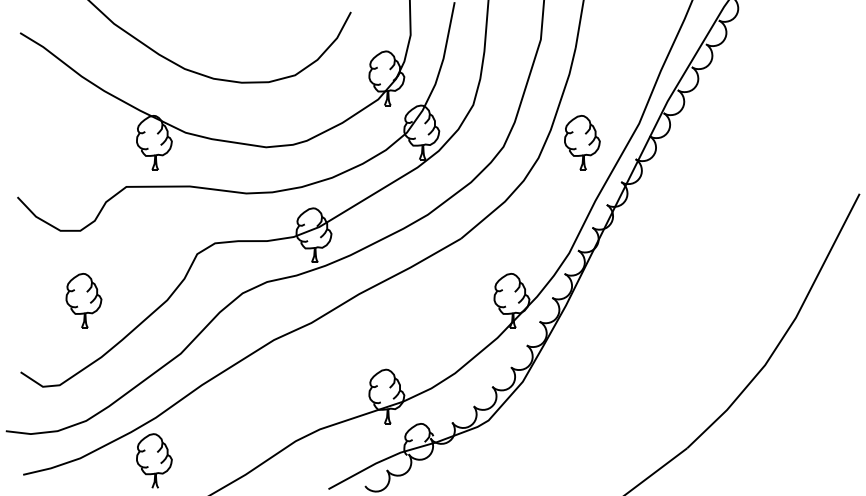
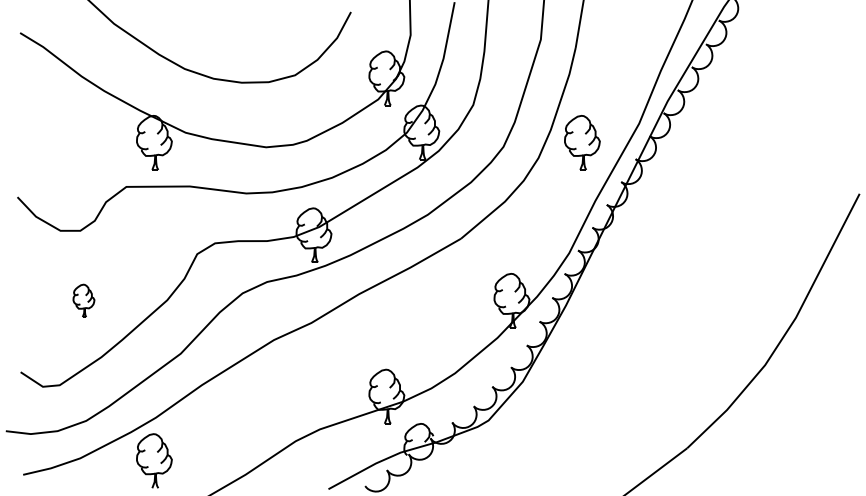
part at (83, 300) size: 38x56 px -> 24x35 px
